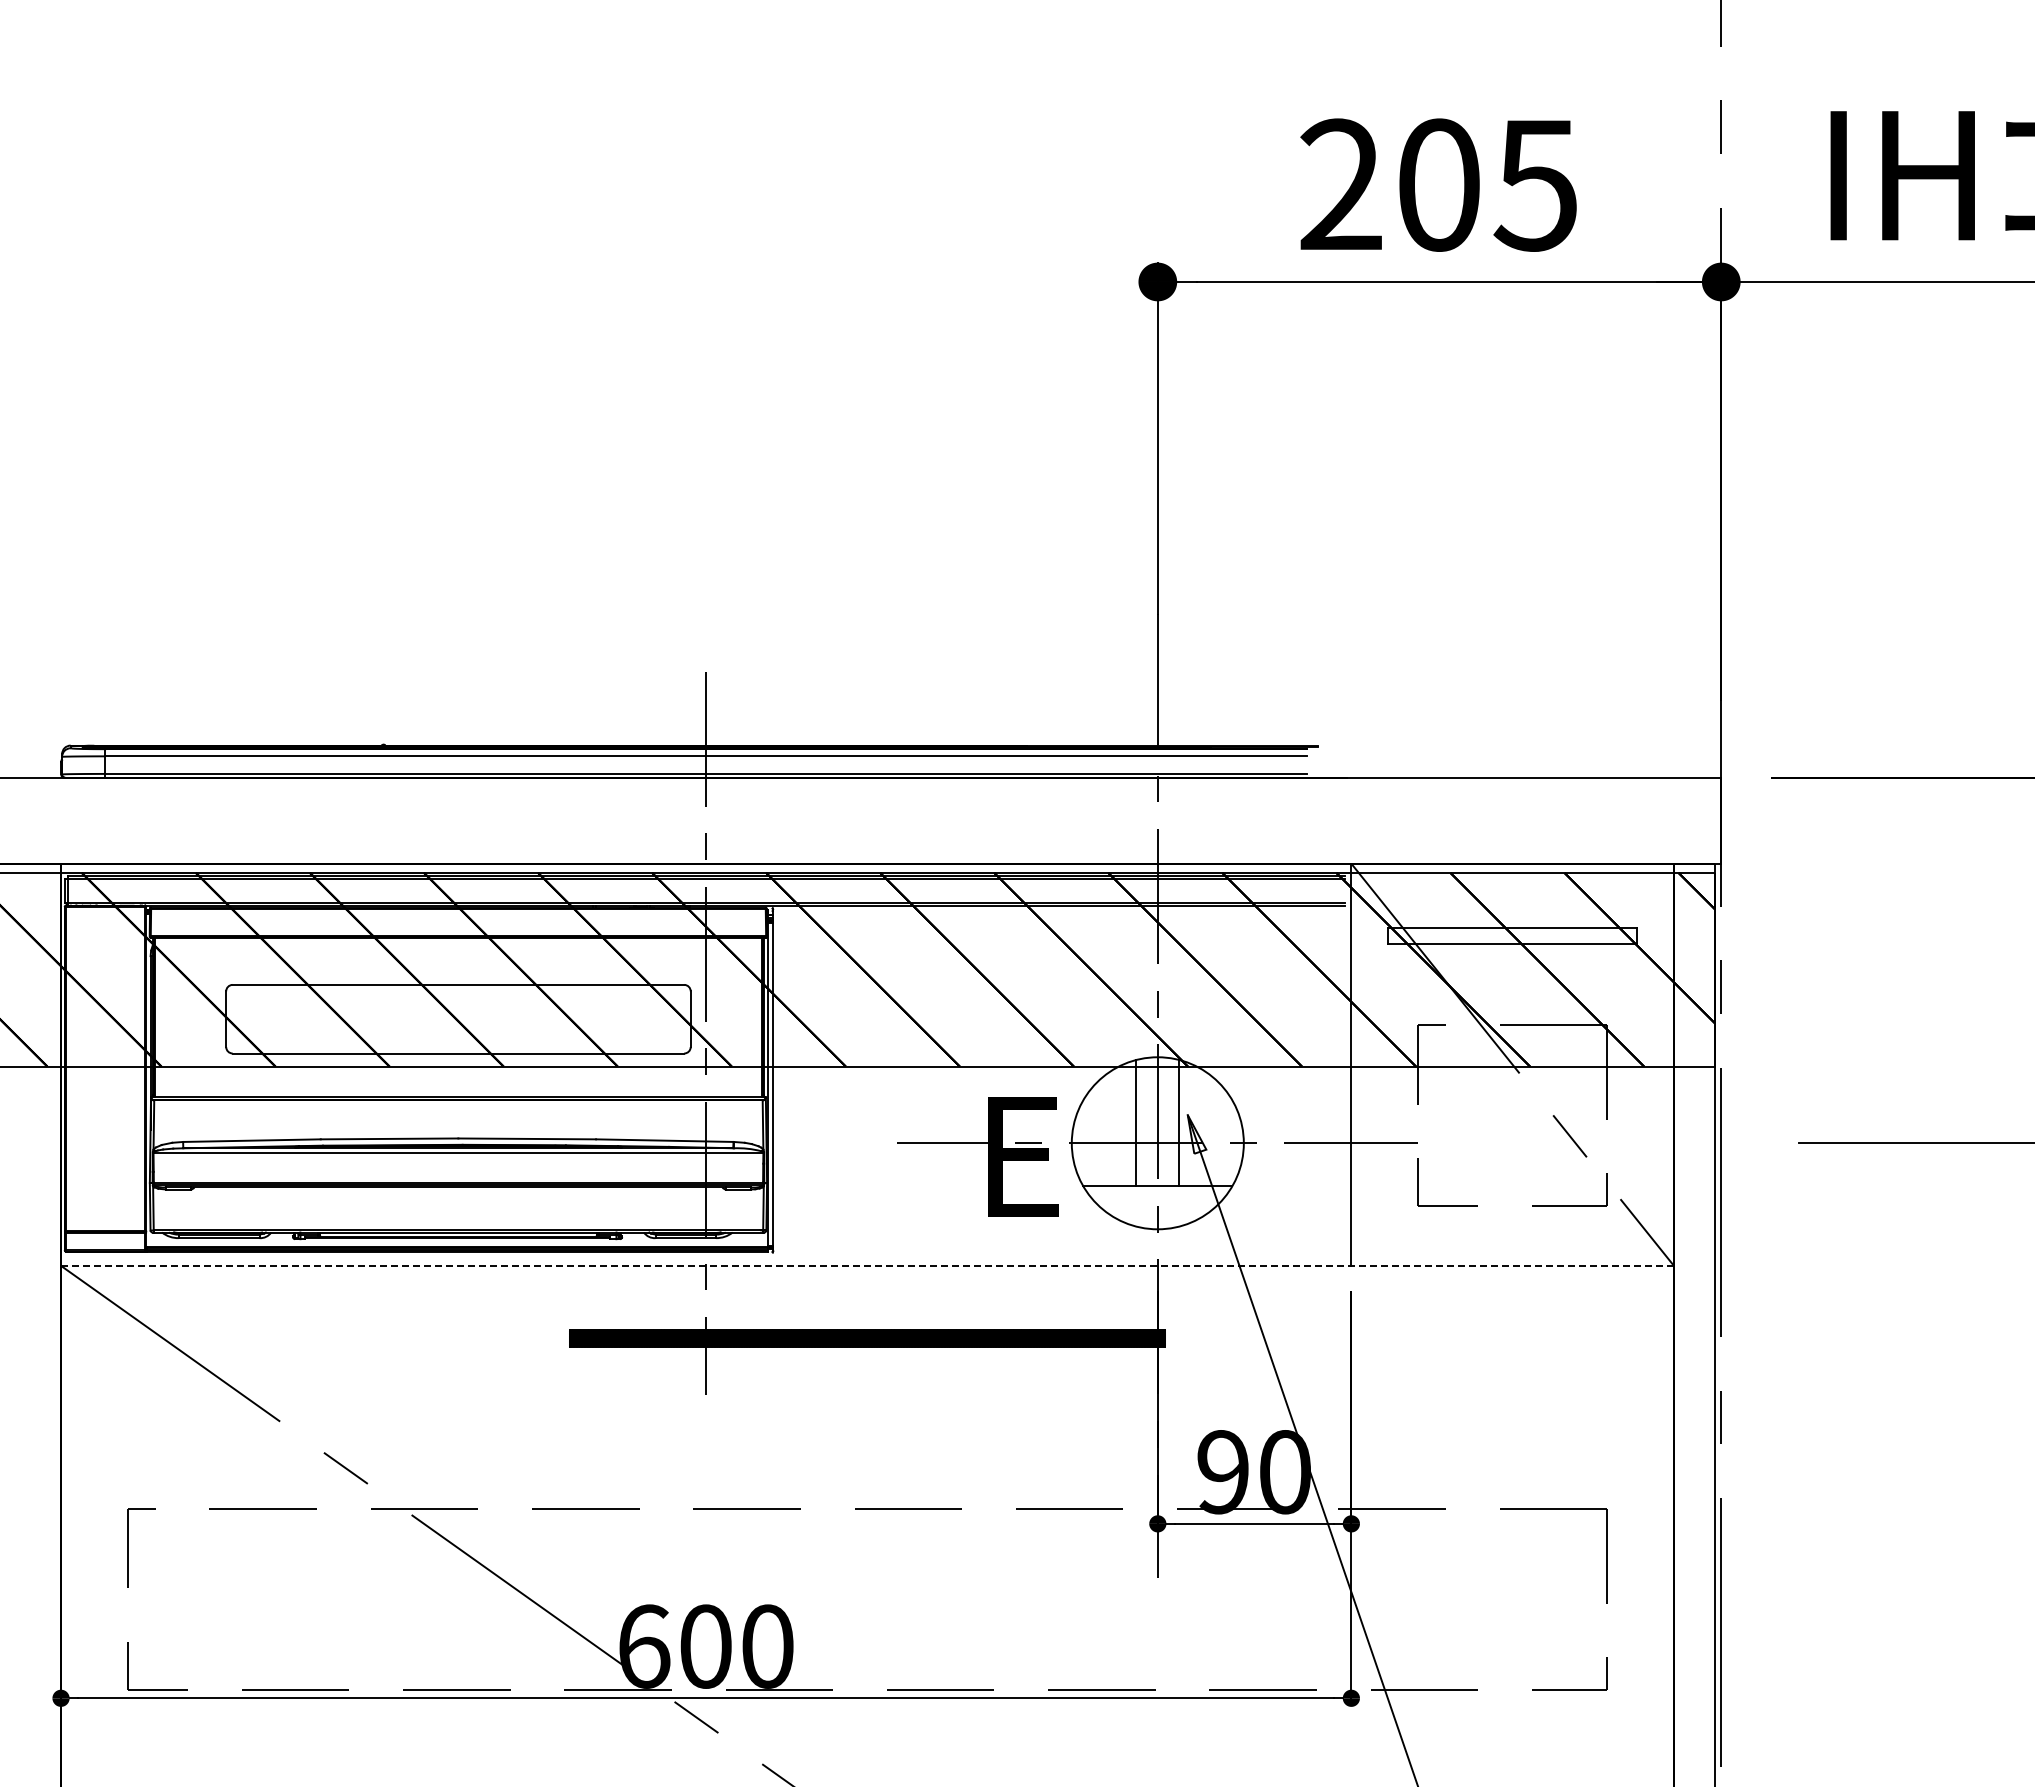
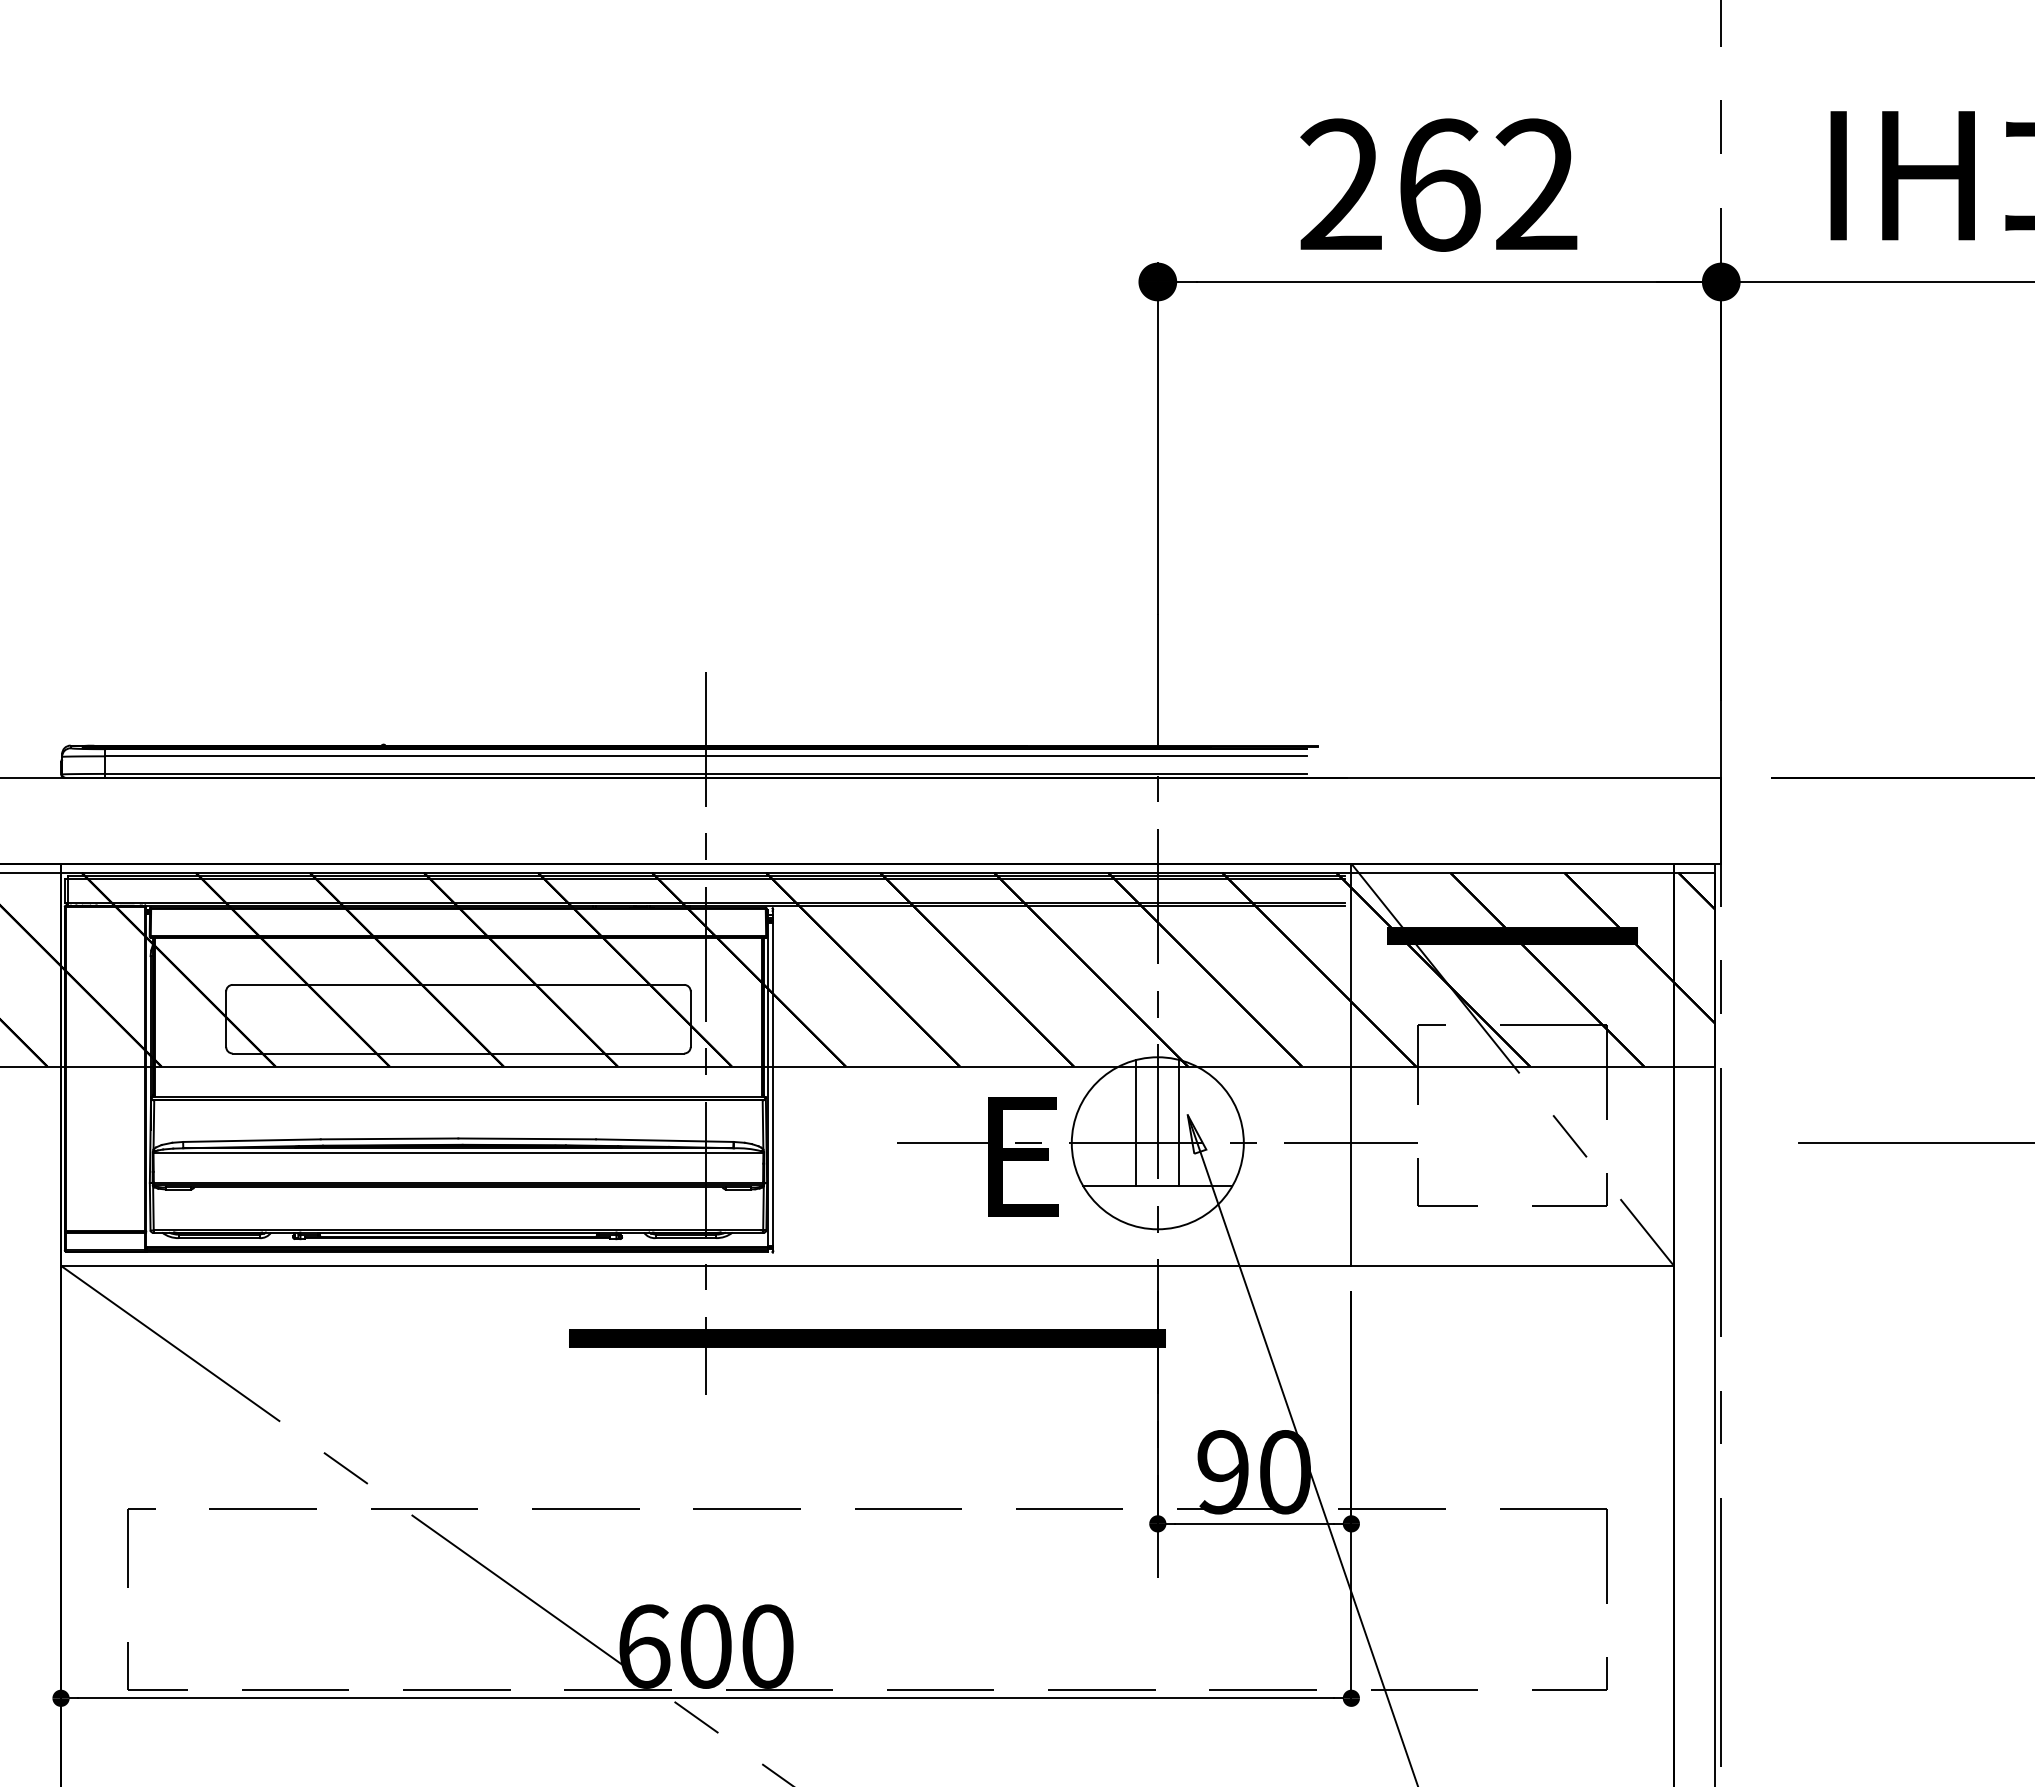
text at (1488, 184): 205 -> 262
hatch at (1512, 936): none -> present
line at (867, 1265): dashed -> solid
